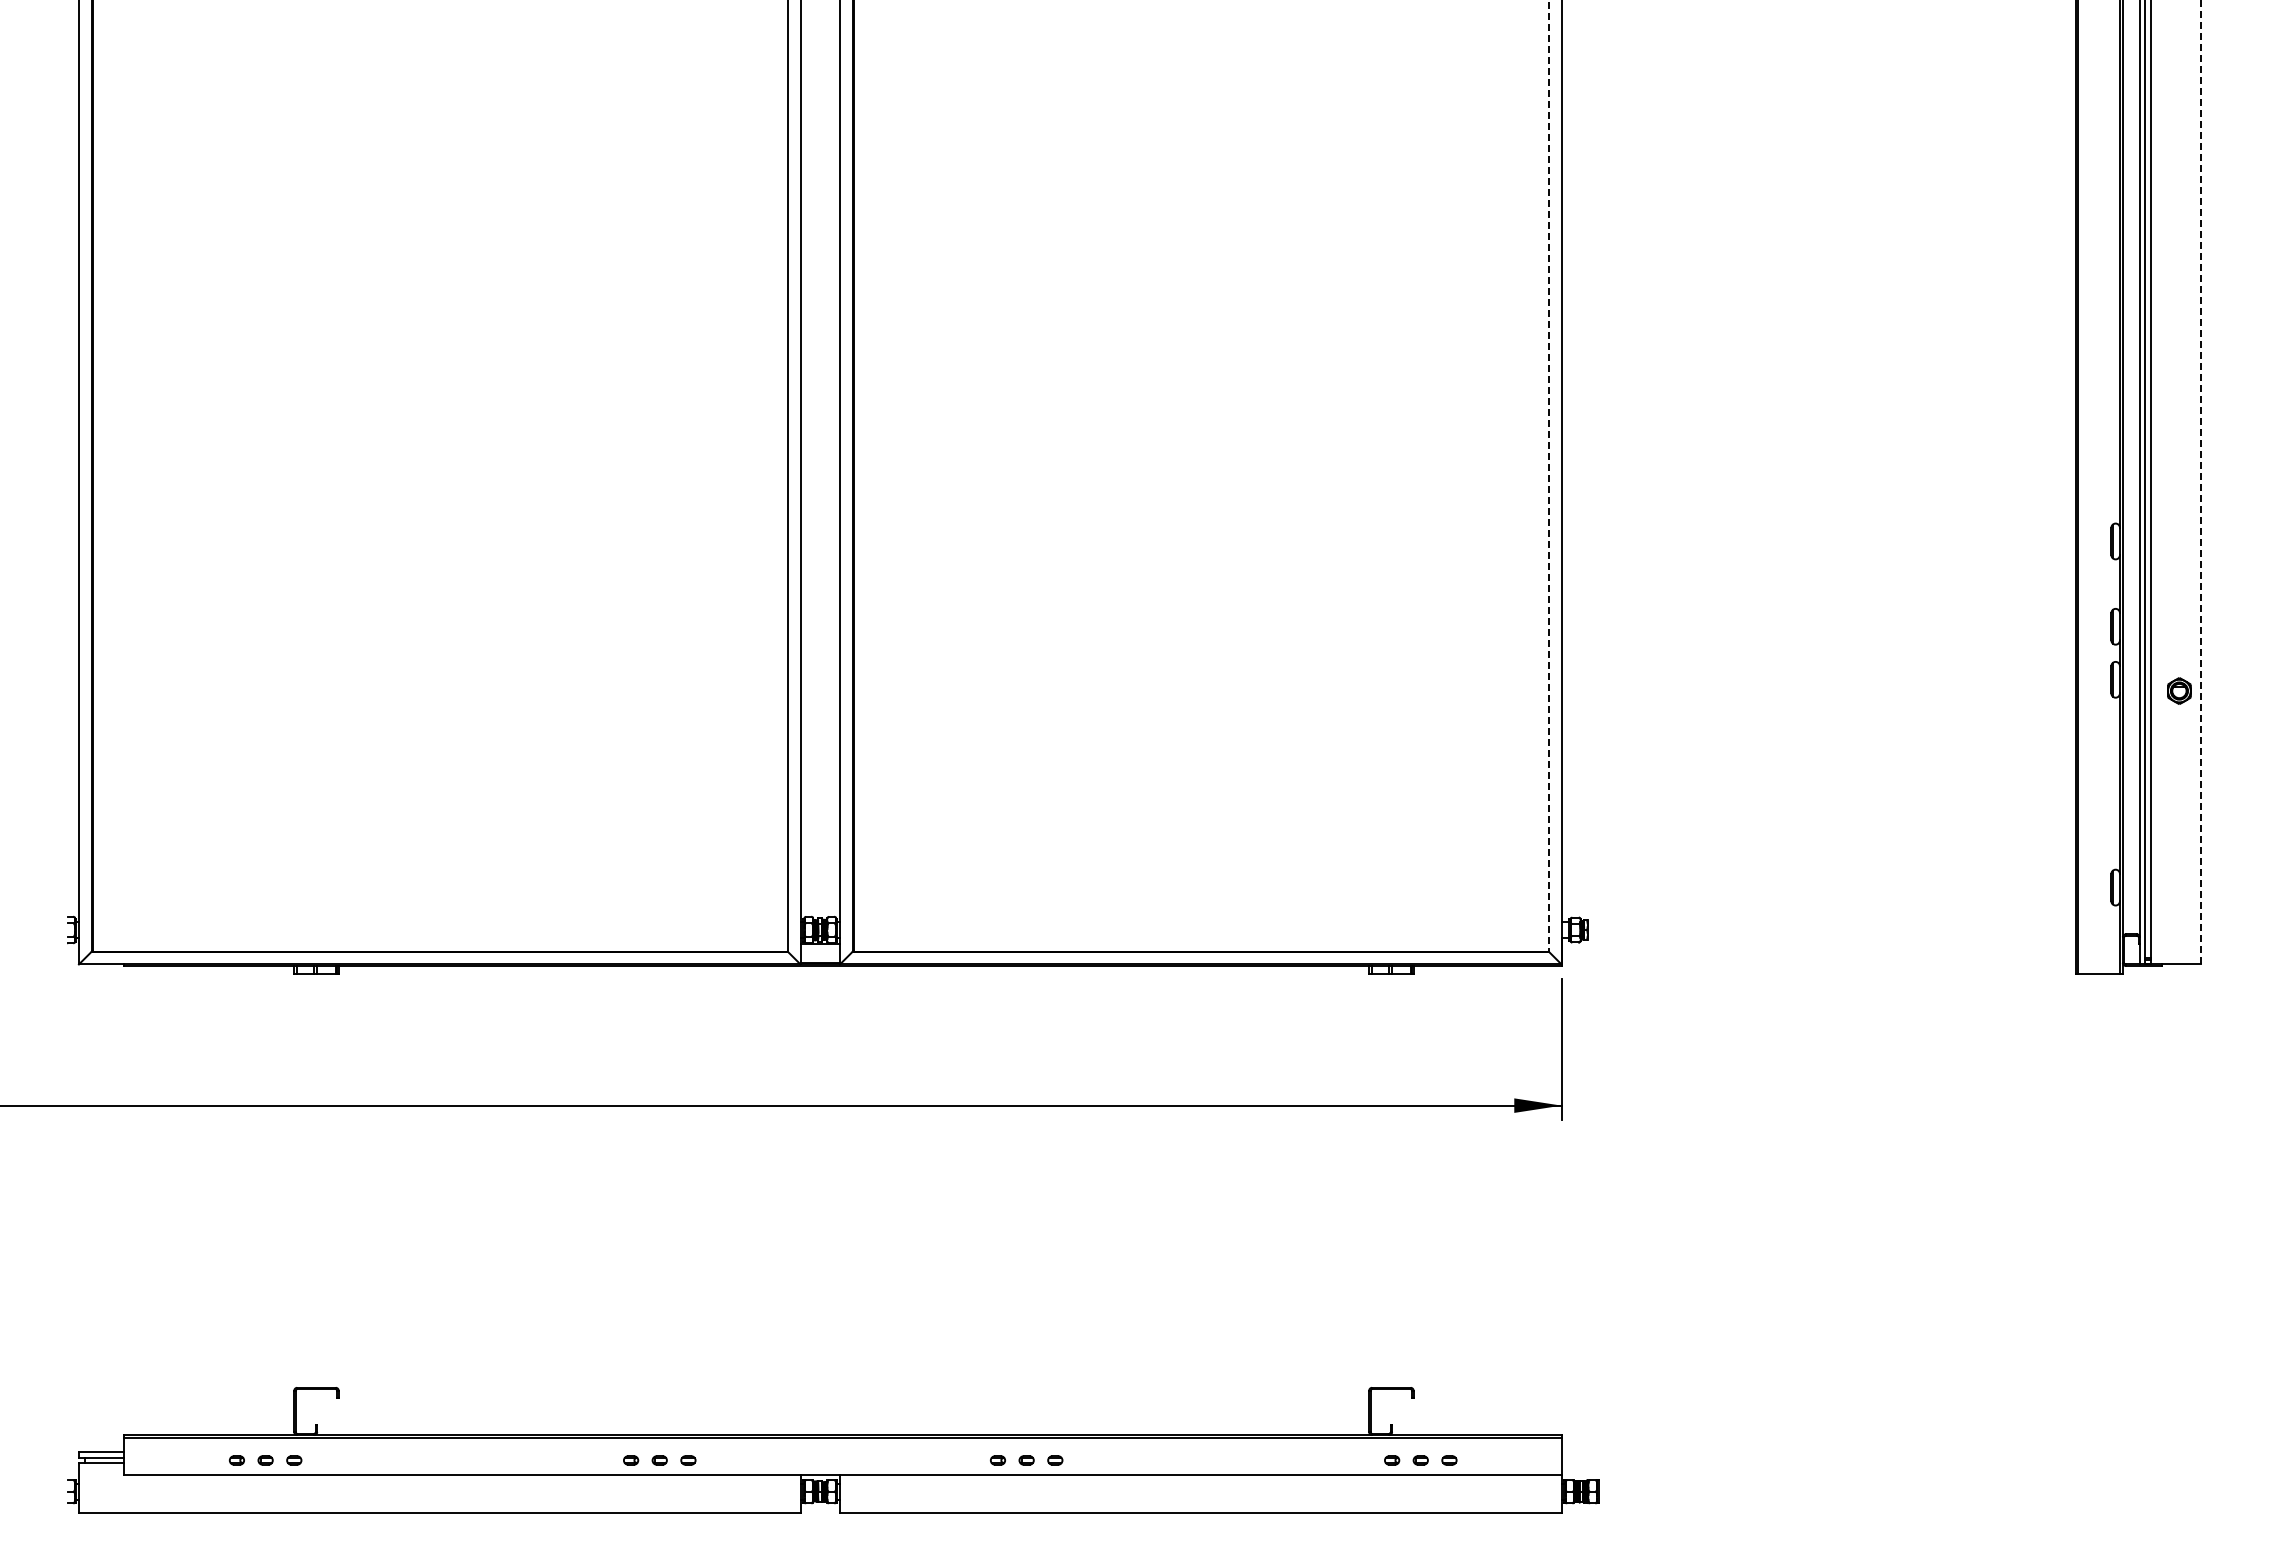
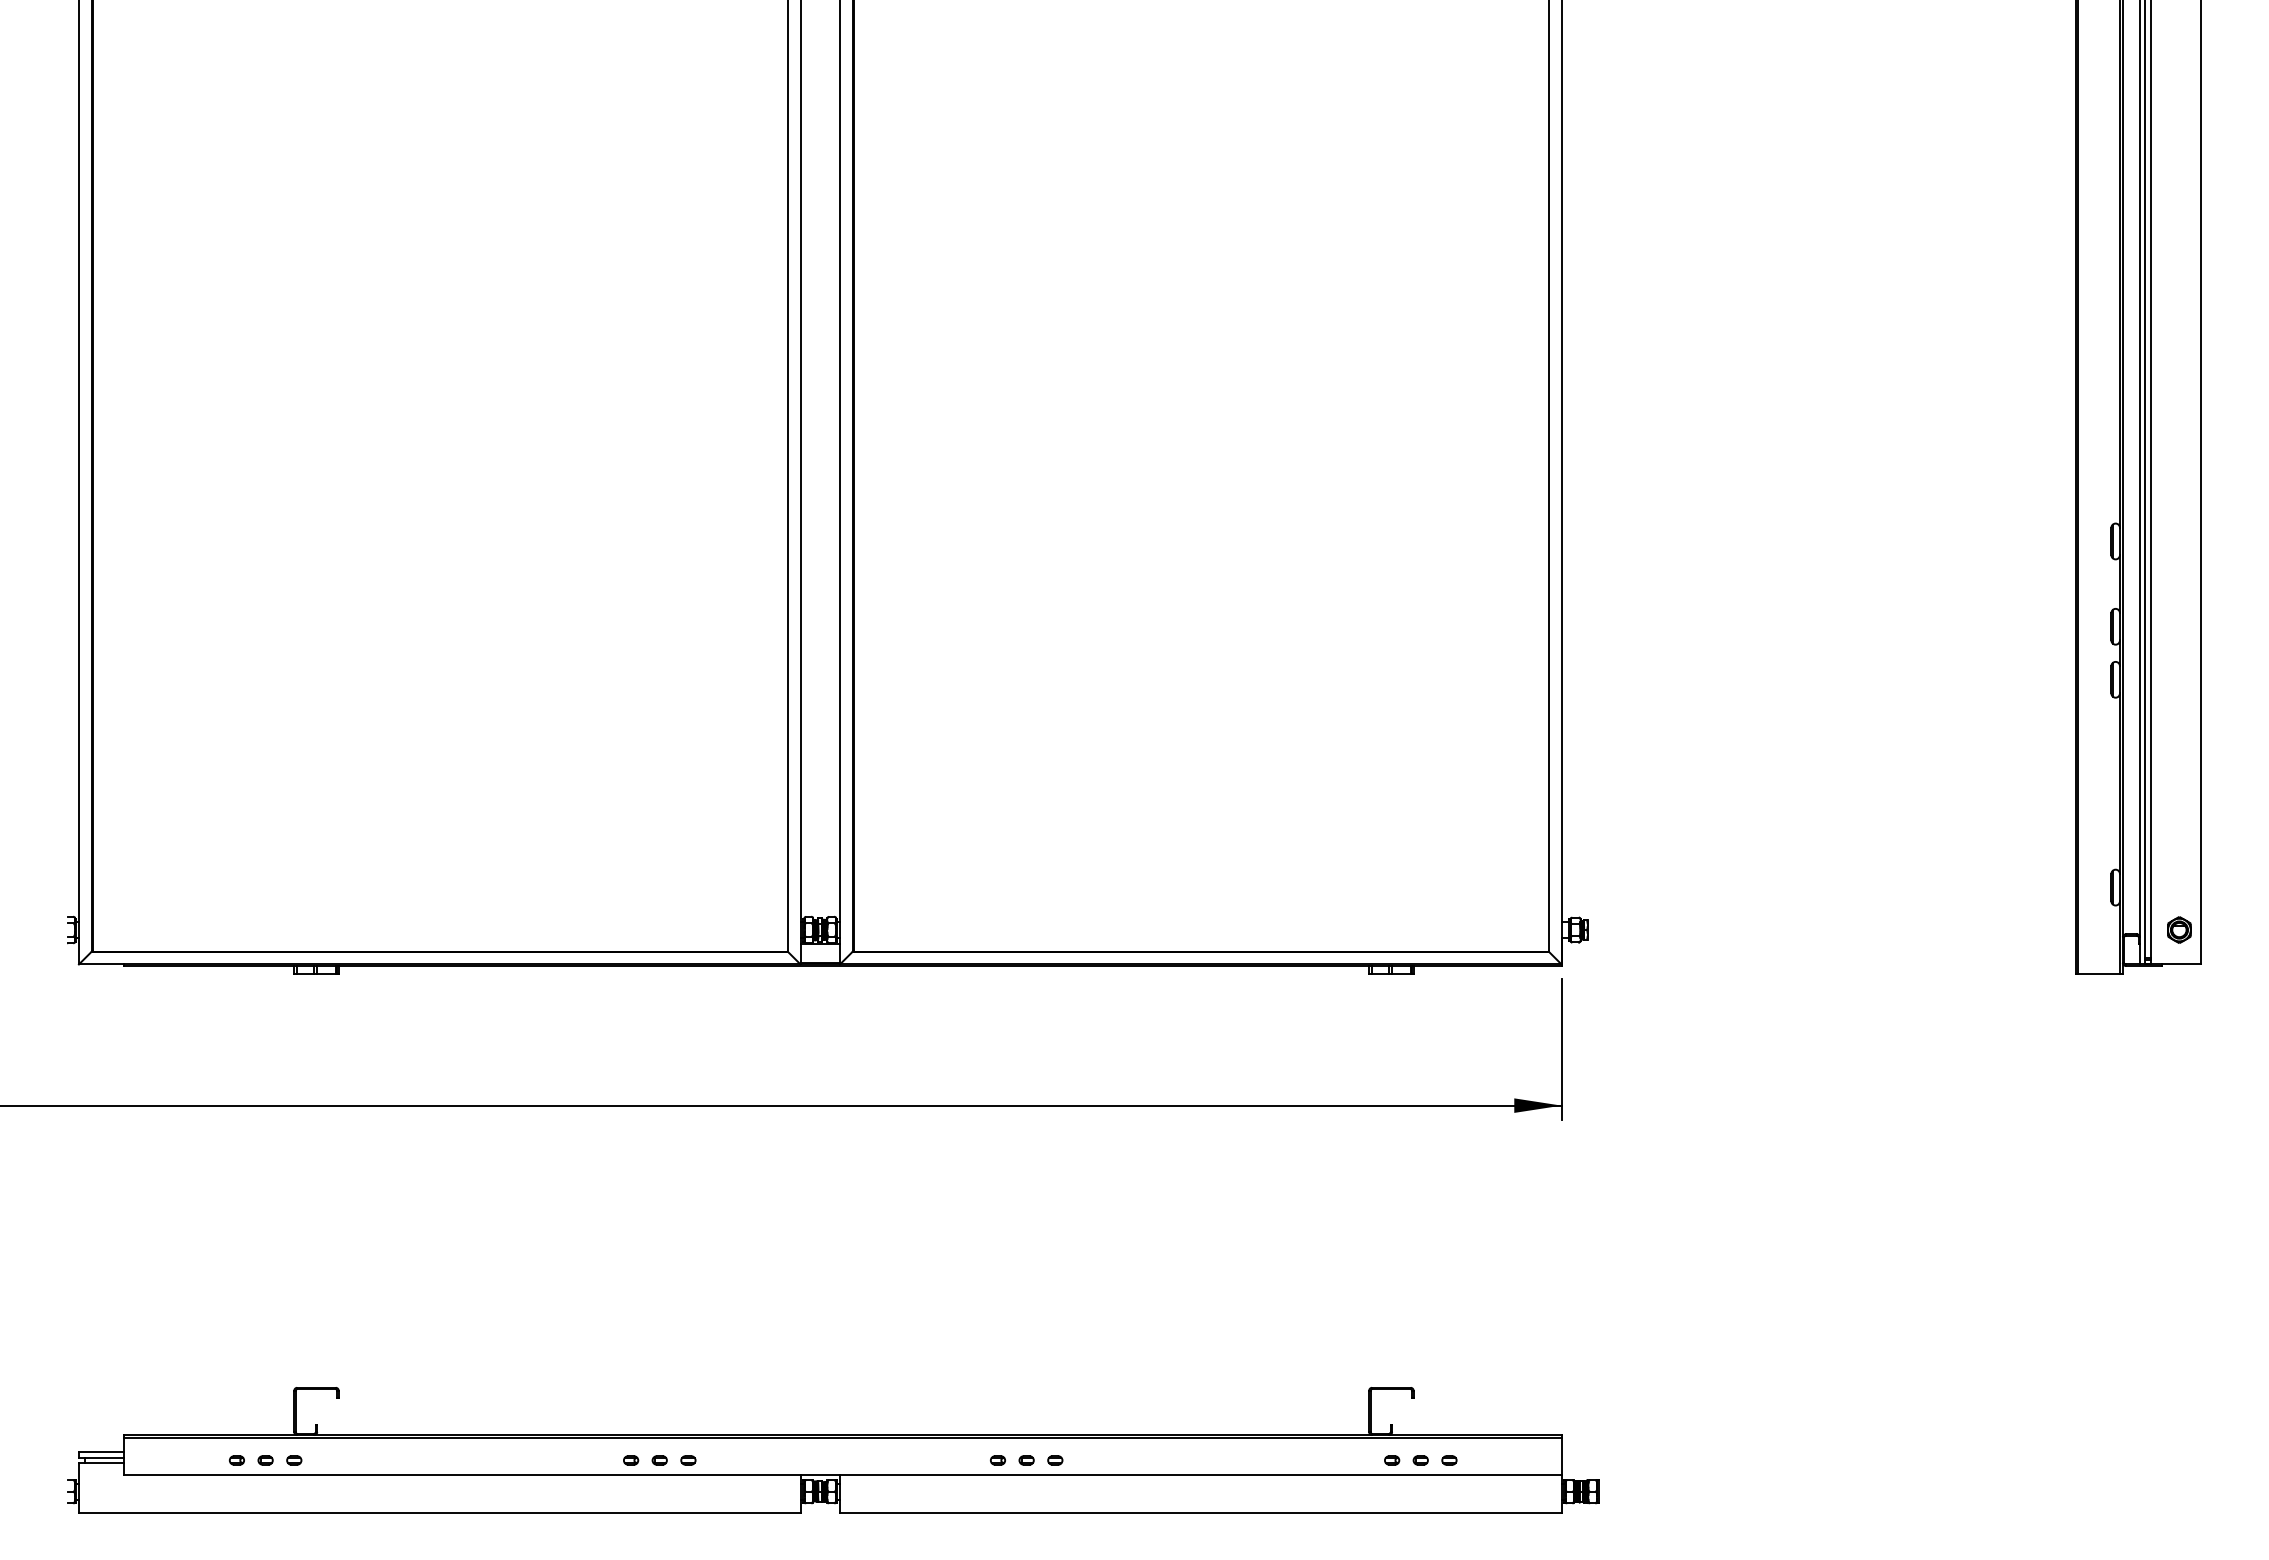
line at (1548, 476): dashed -> solid
line at (2200, 482): dashed -> solid
part at (2179, 690) position: (2179, 690) -> (2179, 929)
